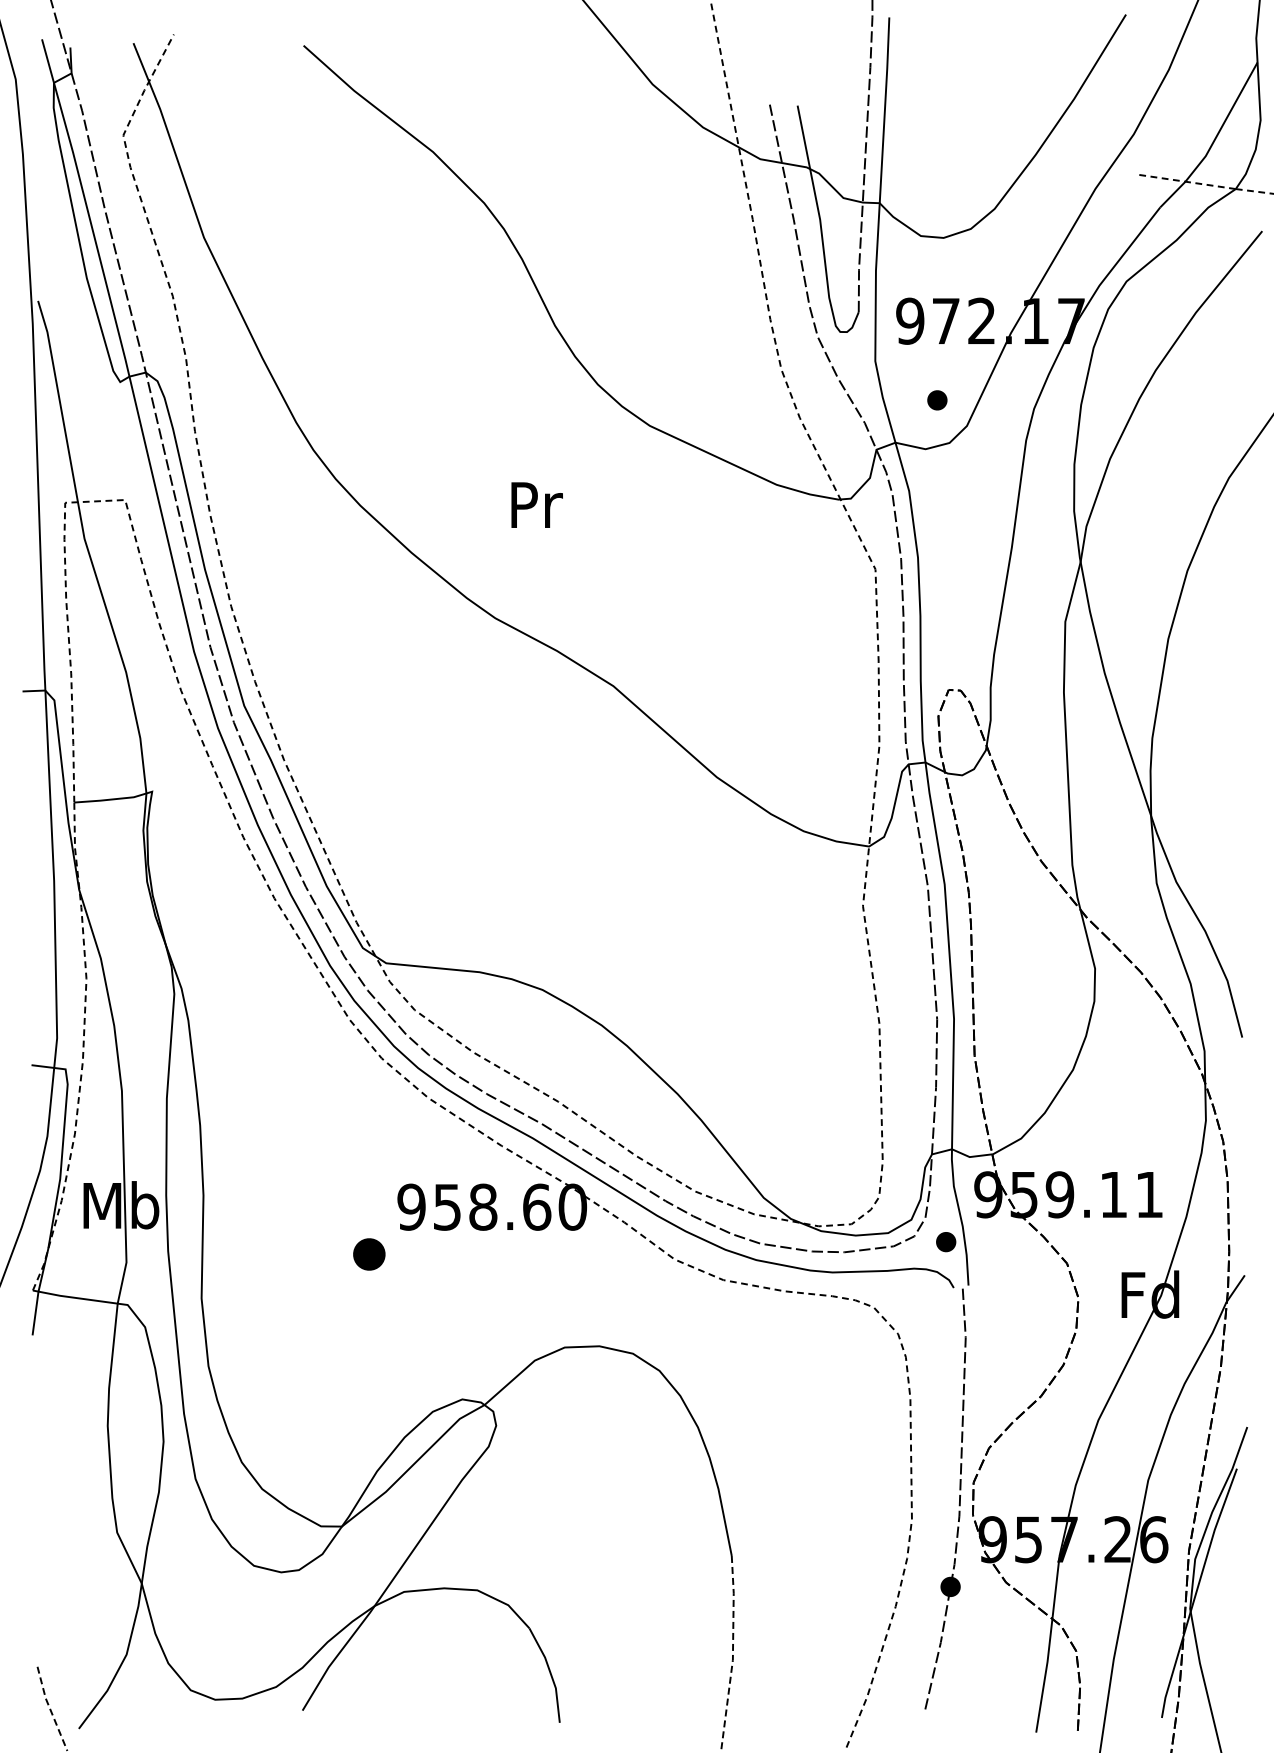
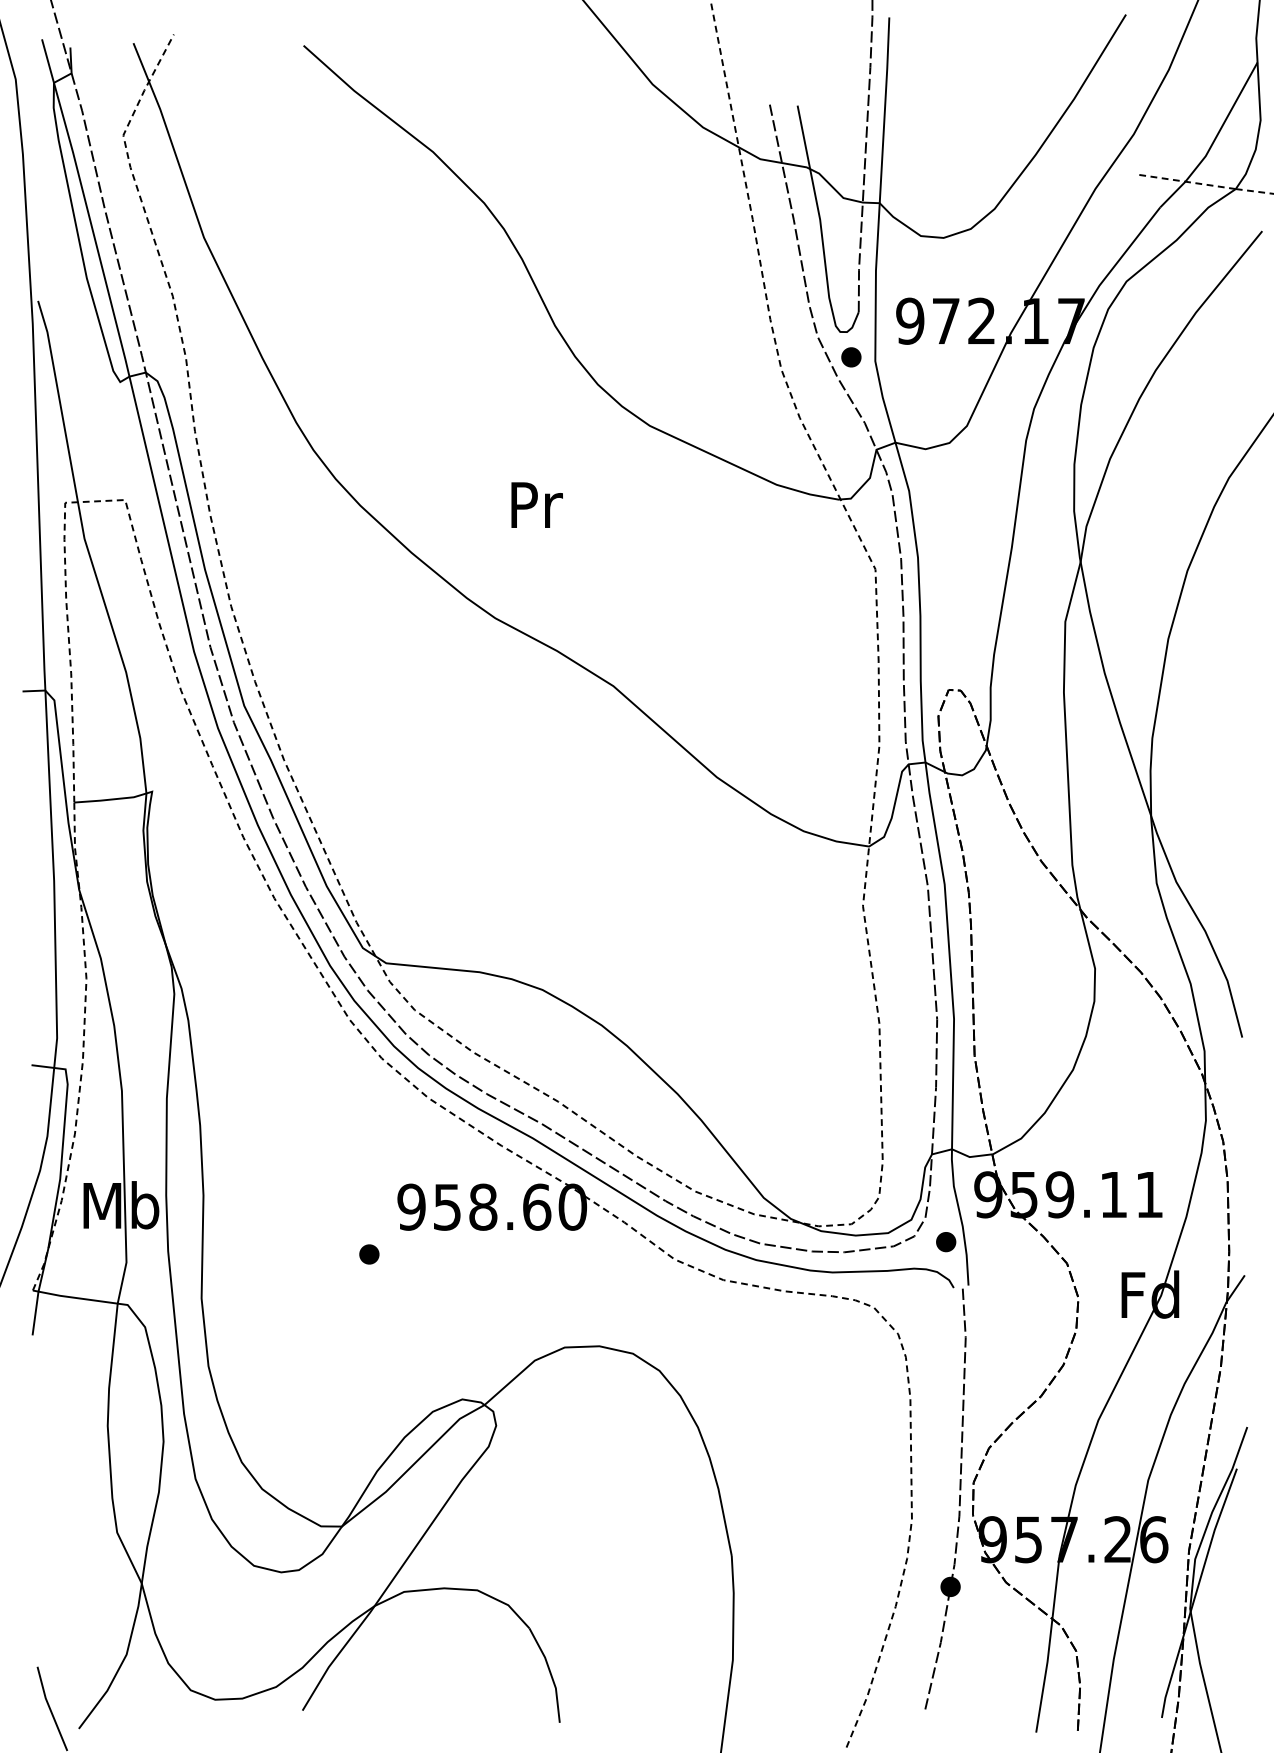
part at (937, 400) position: (937, 400) -> (851, 357)
part at (369, 1254) size: 33x33 px -> 21x21 px
line at (732, 1654): dashed -> solid
line at (50, 1709): dashed -> solid
